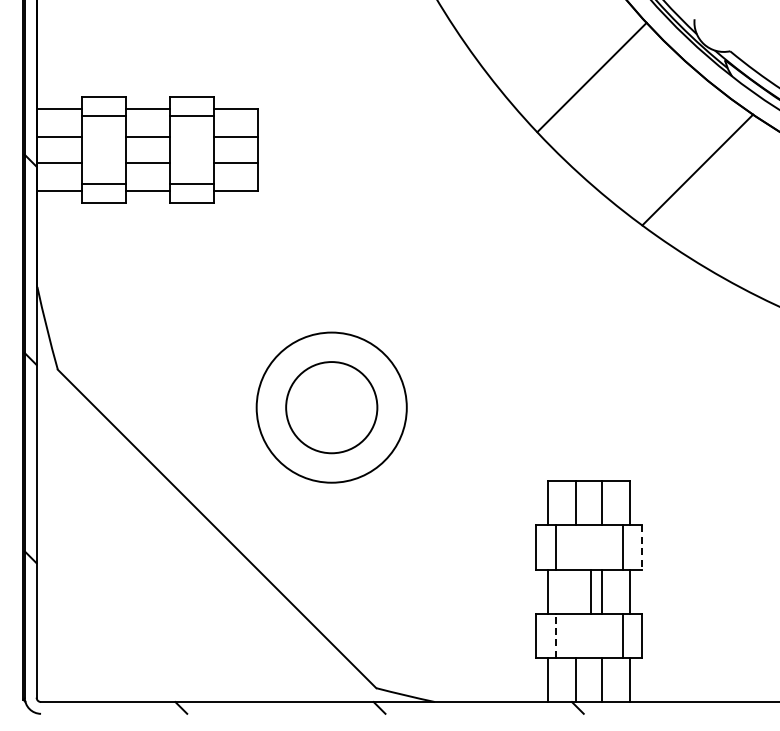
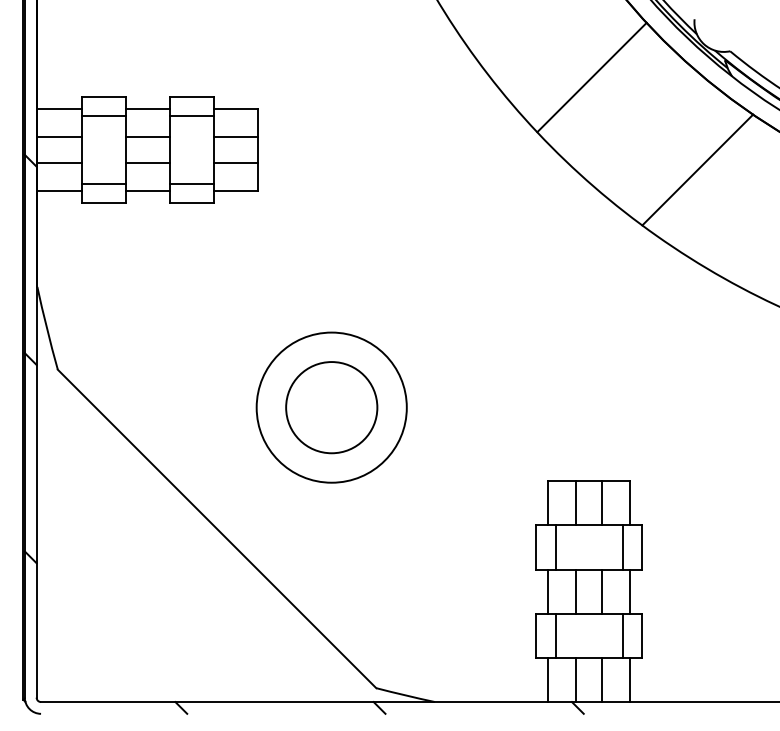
line at (642, 548): dashed -> solid
line at (591, 591) position: (591, 591) -> (576, 591)
line at (555, 635): dashed -> solid
